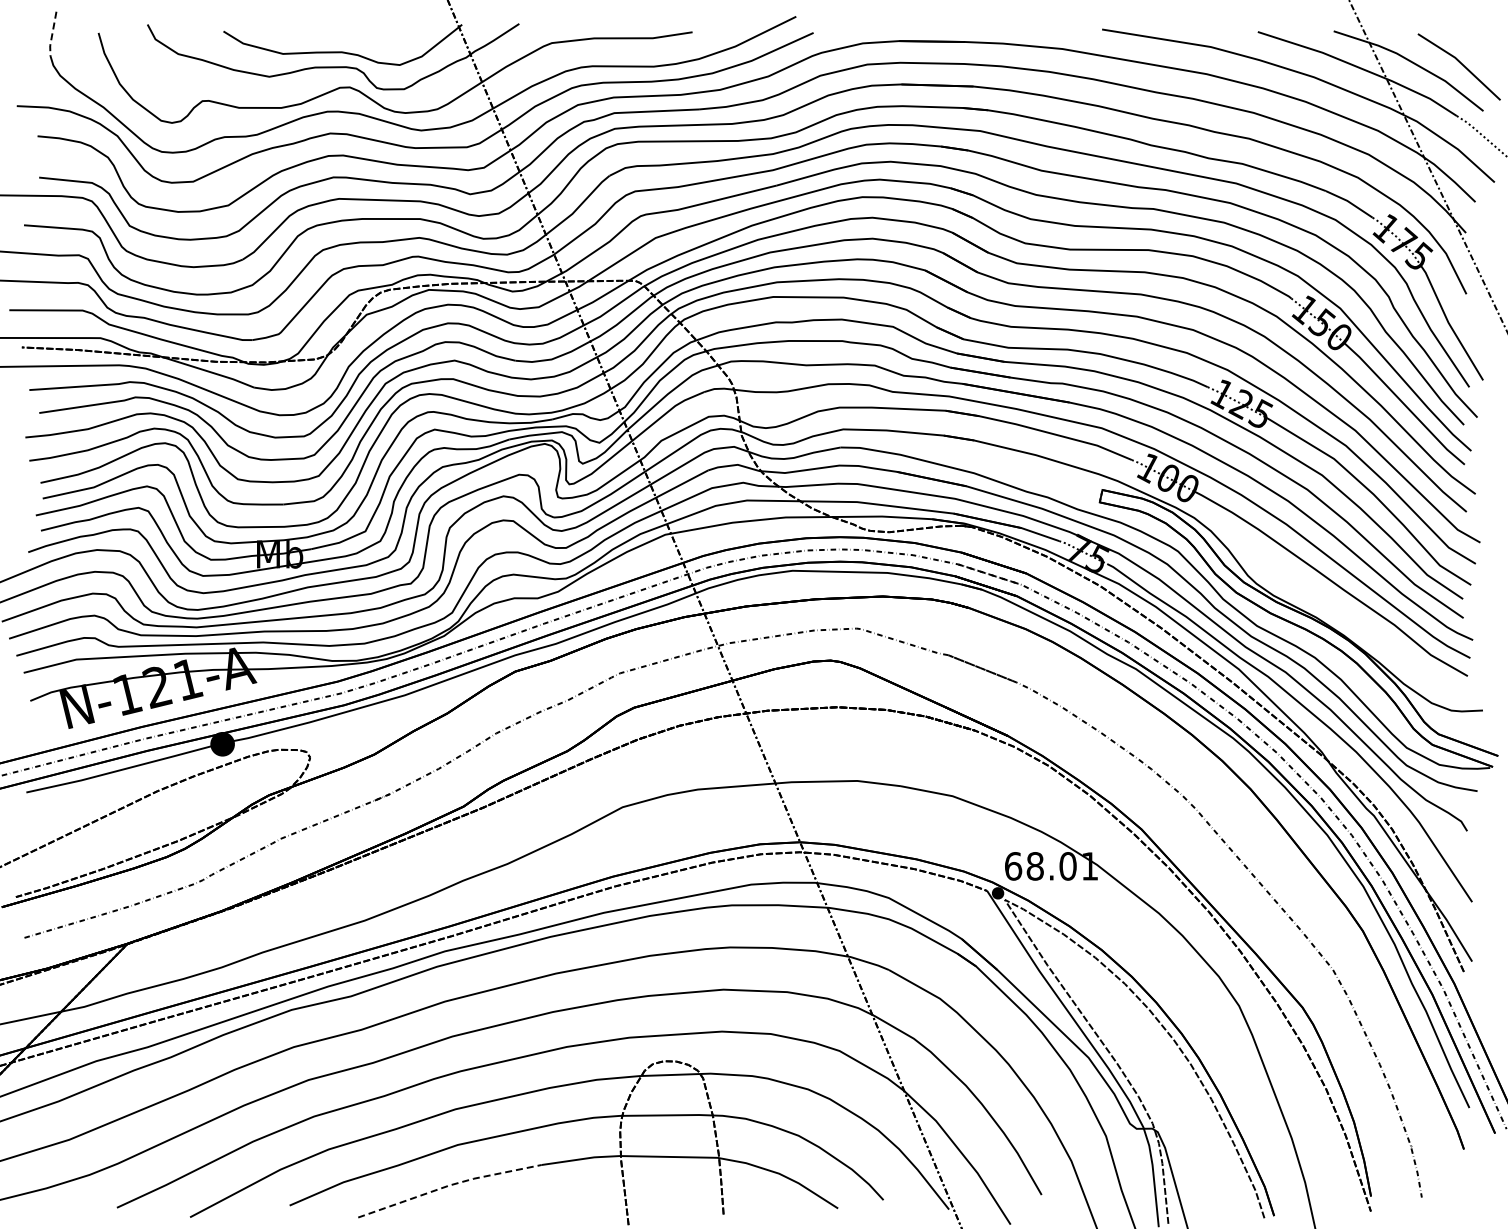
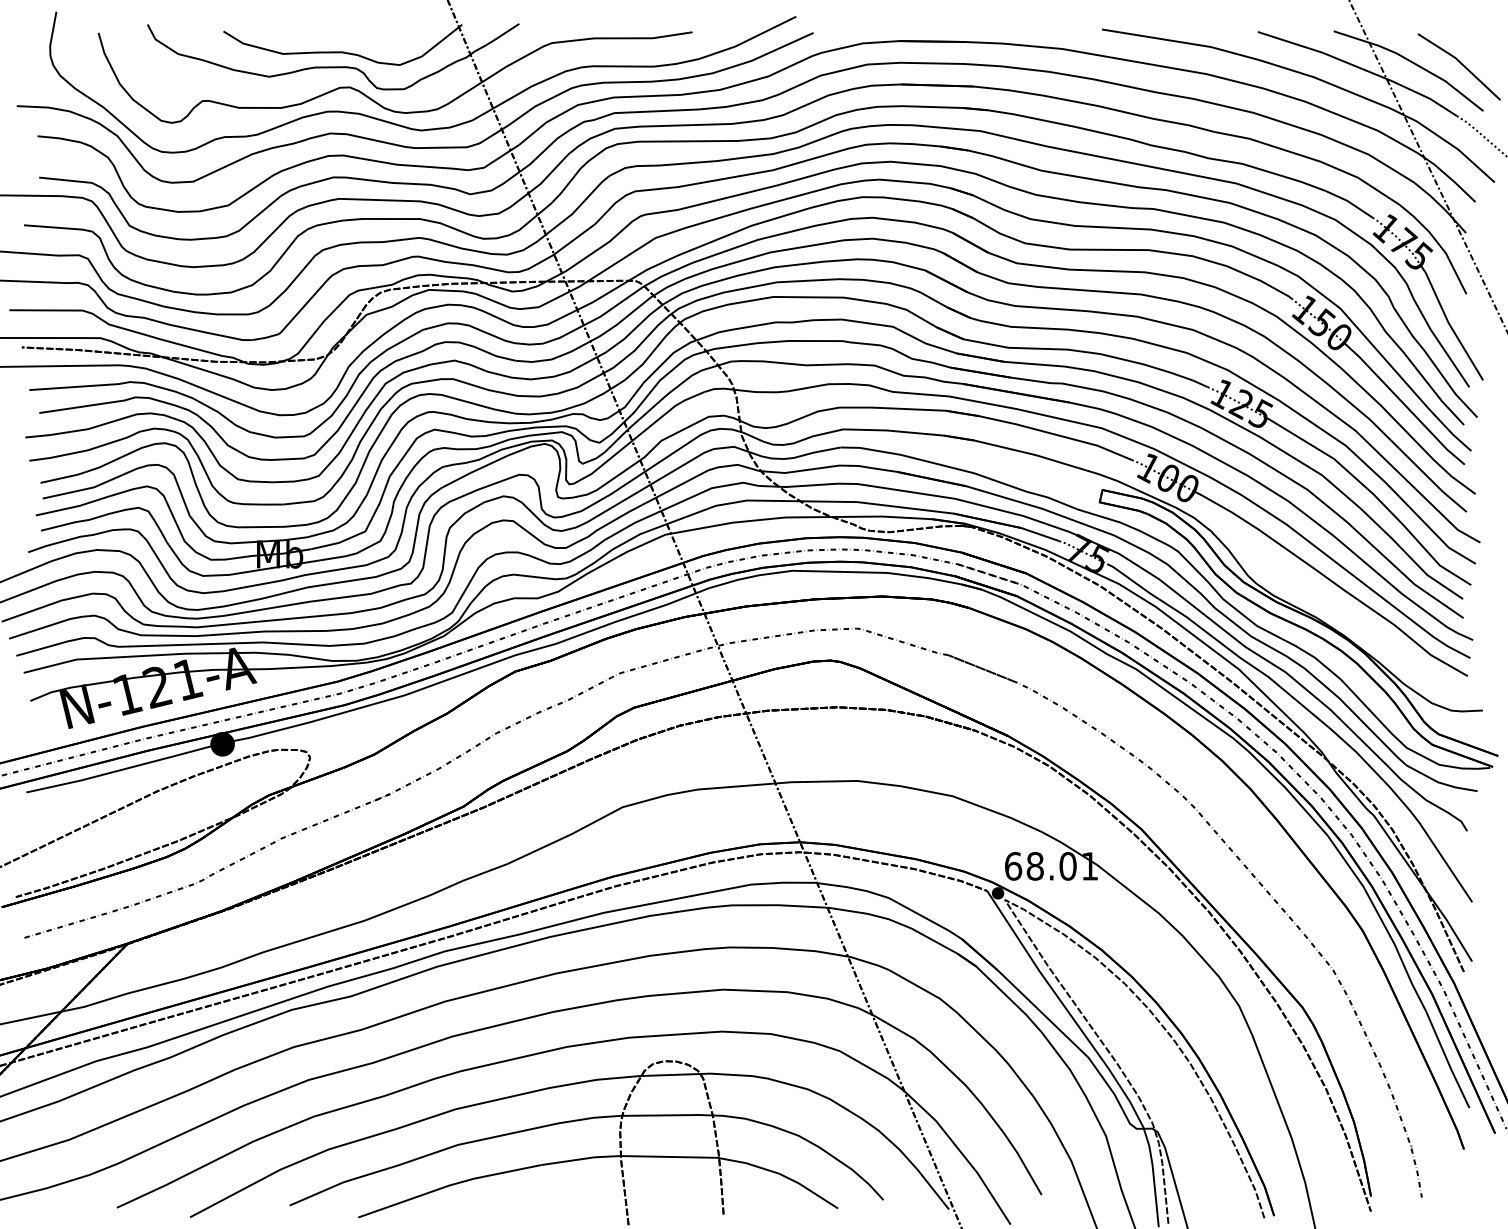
line at (52, 34): dashed -> solid
line at (449, 1185): dashed -> solid
